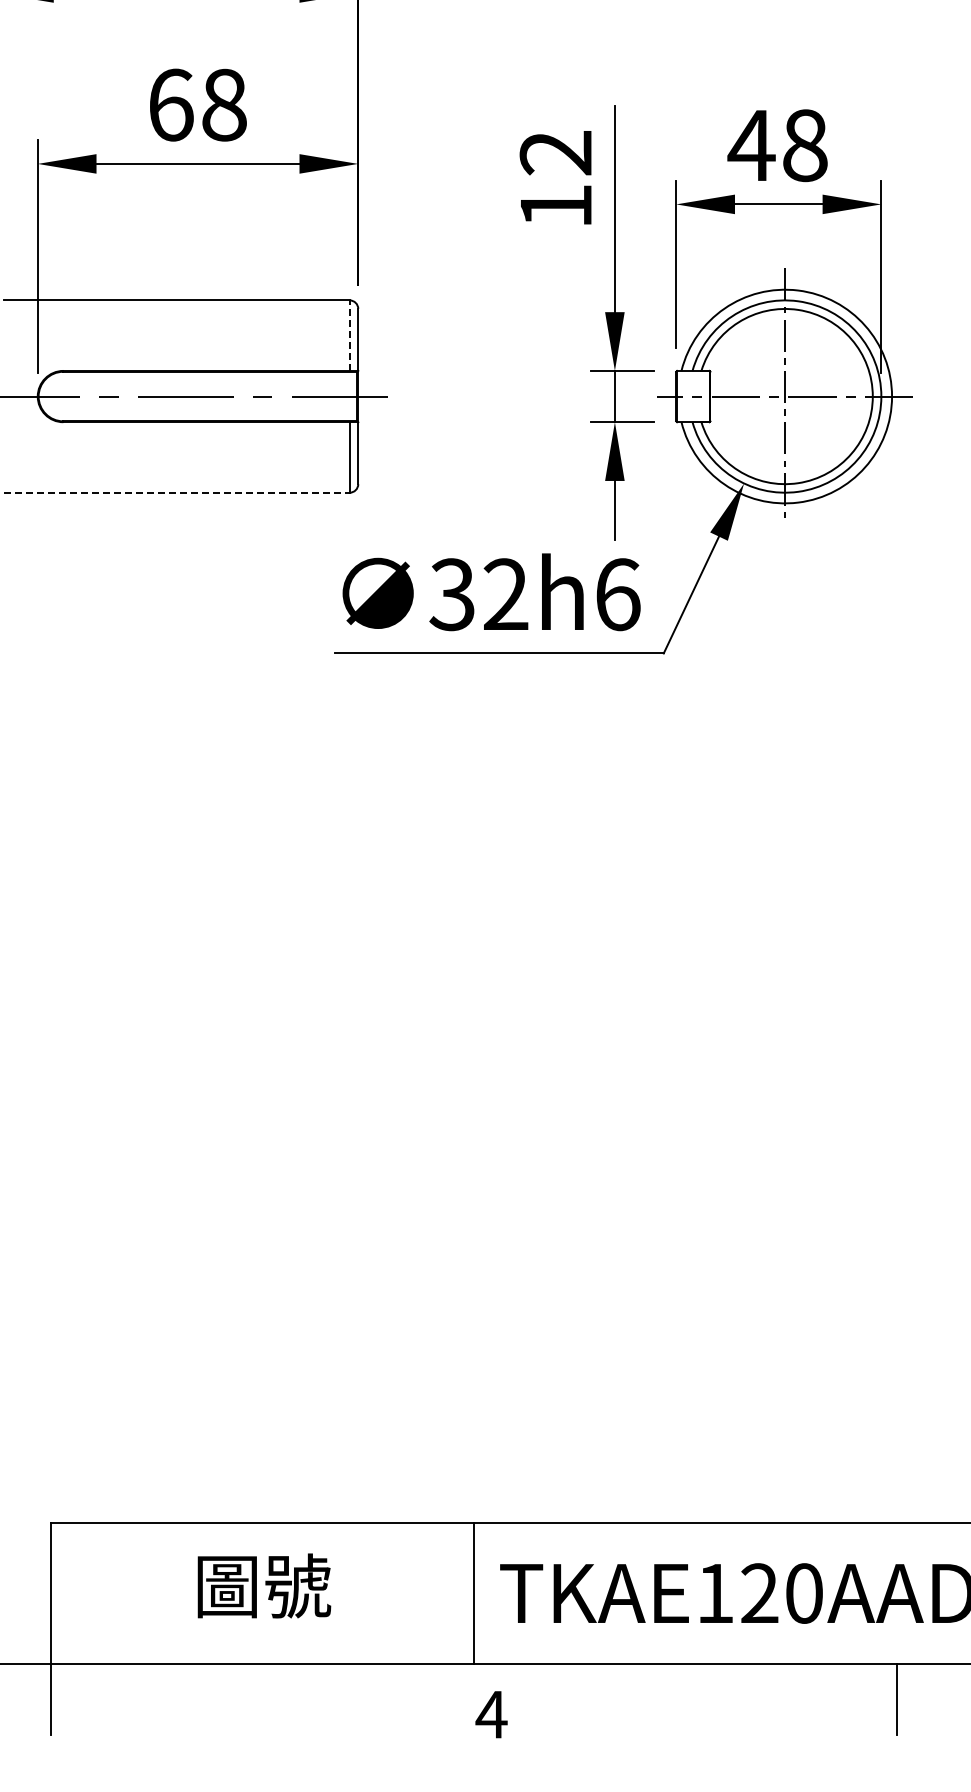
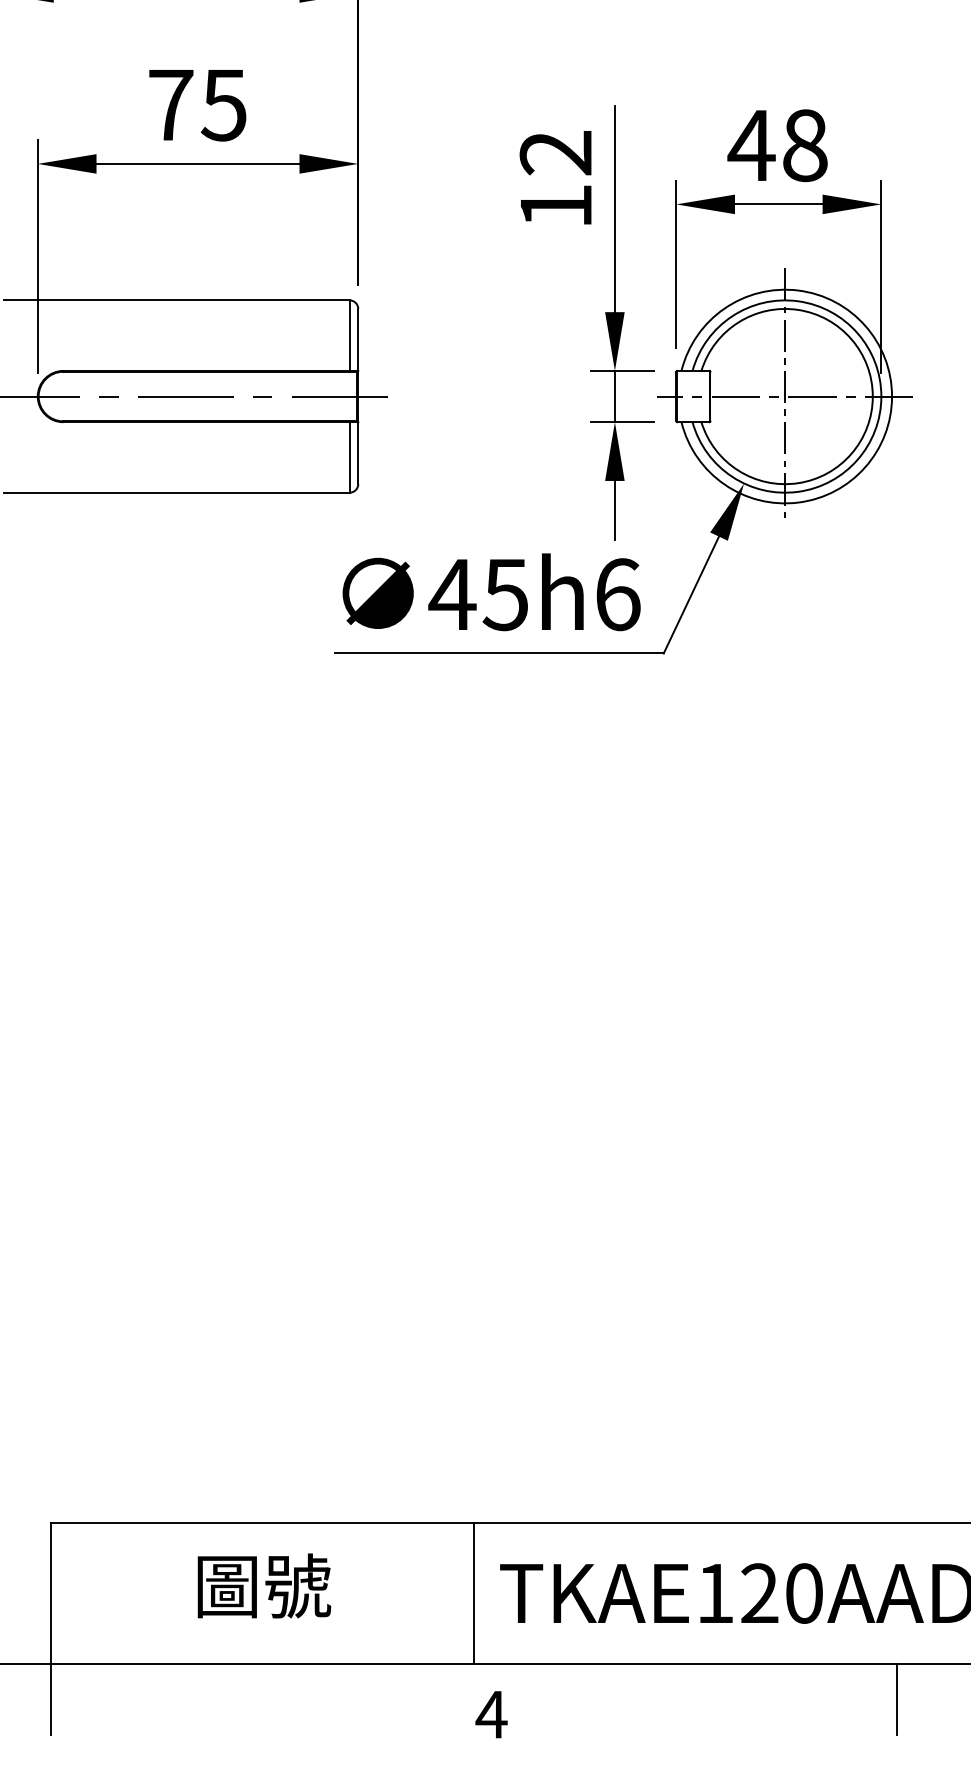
text at (197, 104): 68 -> 75
line at (349, 335): dashed -> solid
line at (177, 492): dashed -> solid
text at (478, 594): 32h6 -> 45h6
